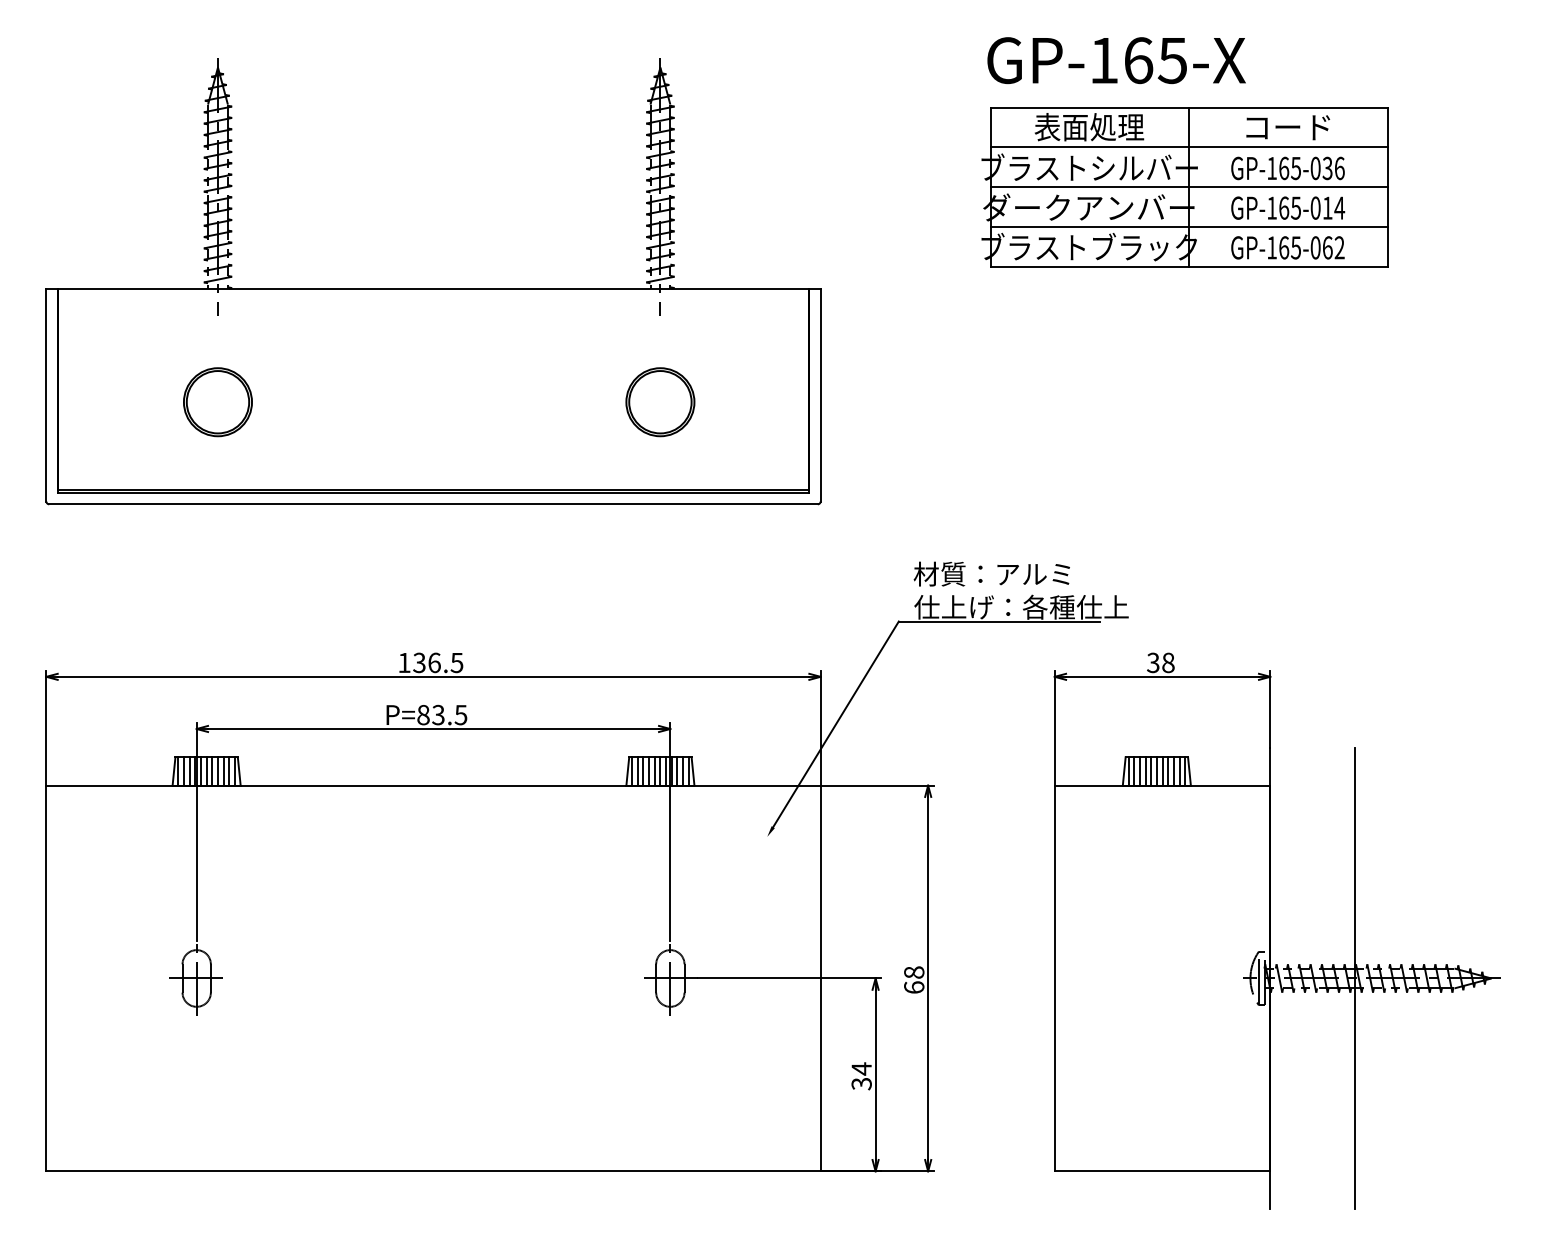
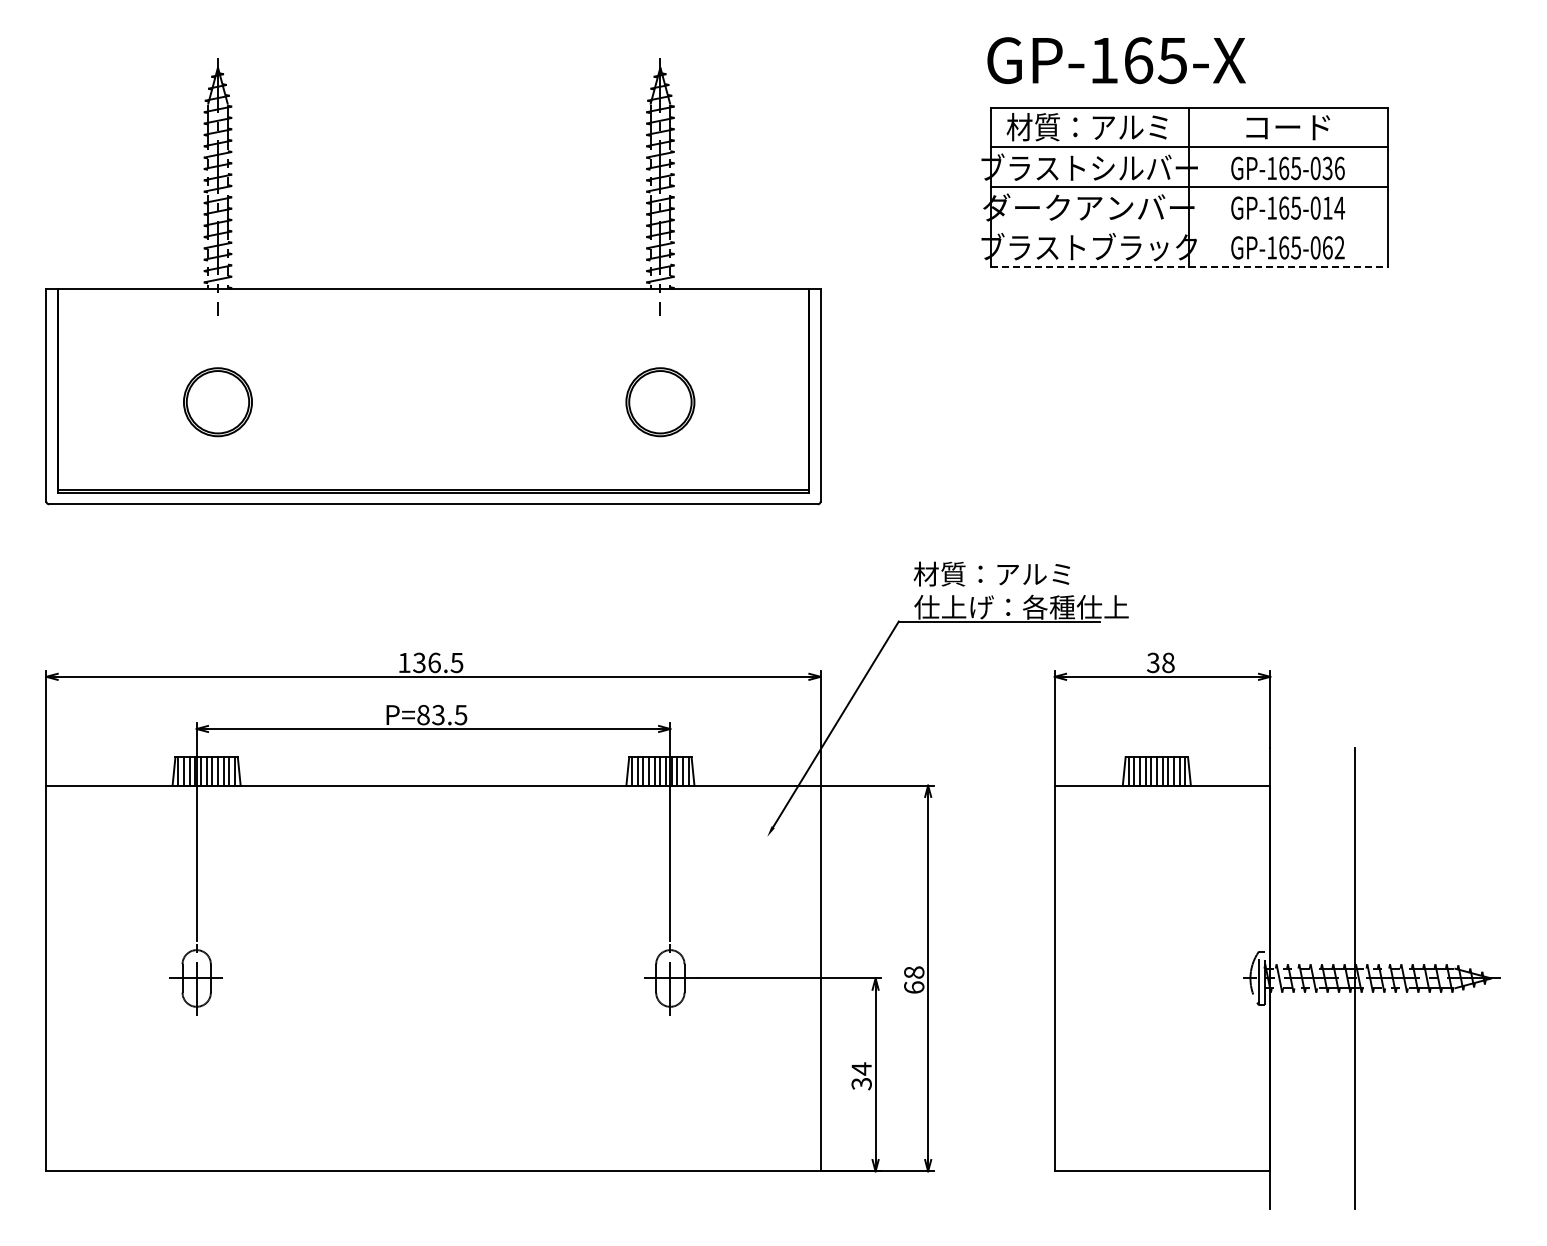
text at (1086, 127): 表面処理 -> 材質：アルミ
line at (1188, 226): present -> none
line at (1189, 266): solid -> dashed
